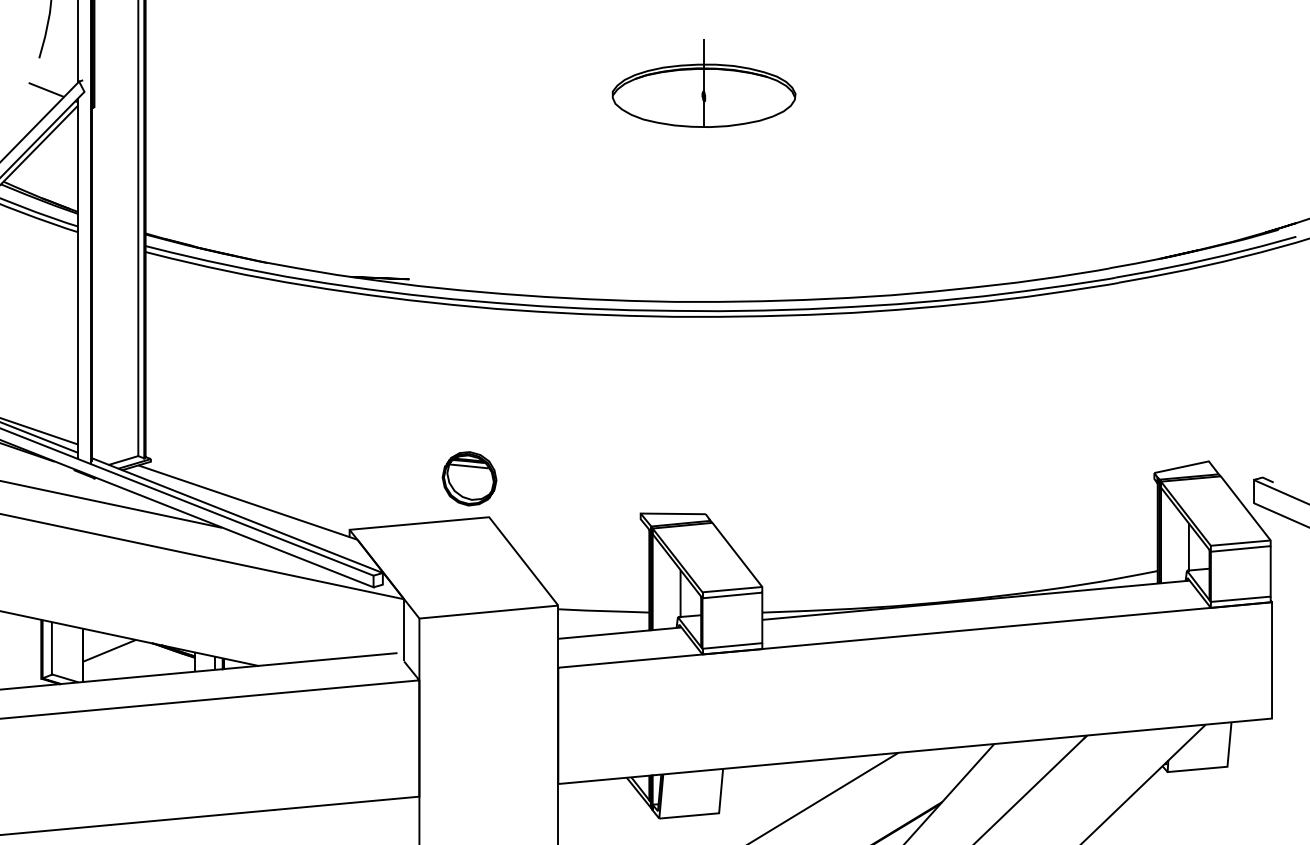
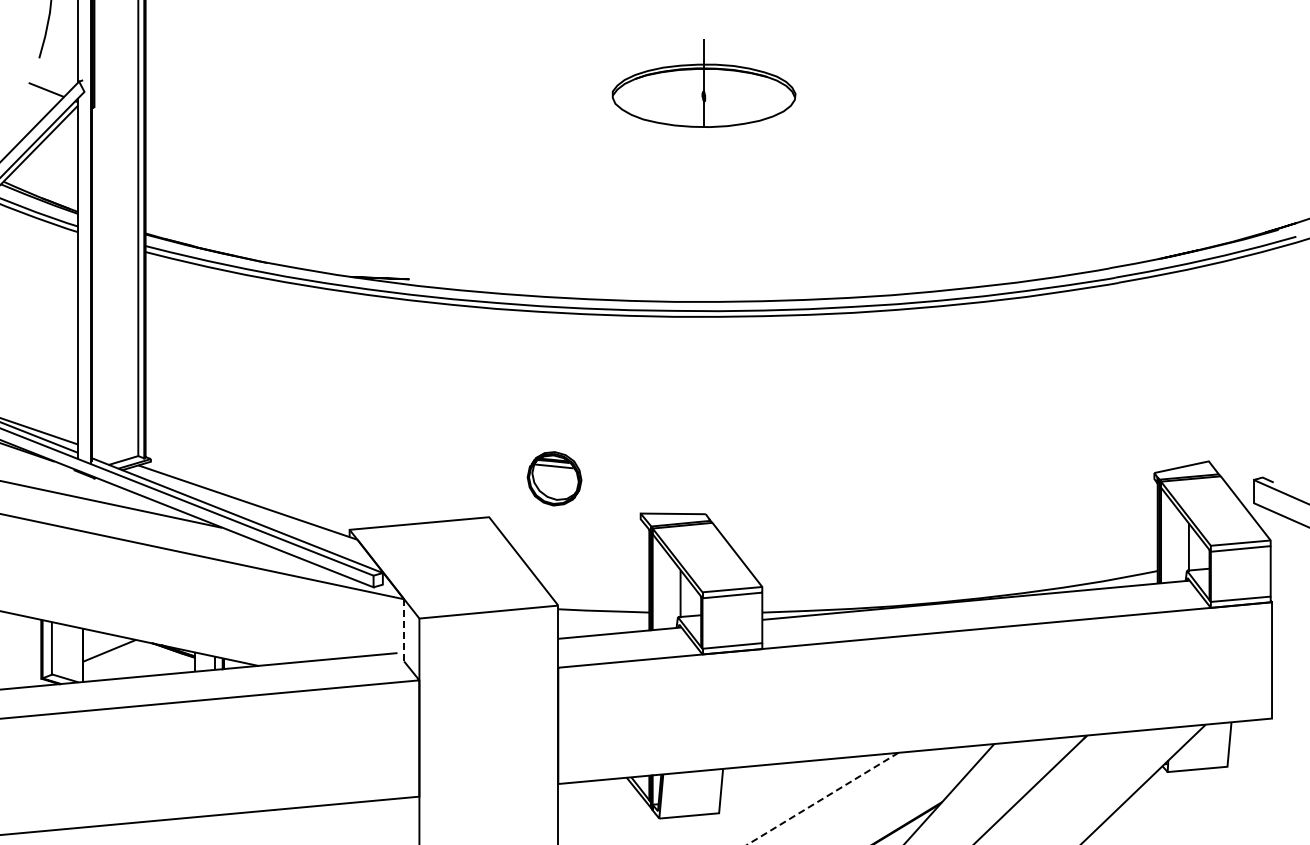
part at (469, 478) position: (469, 478) -> (554, 478)
line at (404, 629): solid -> dashed
line at (822, 798): solid -> dashed
